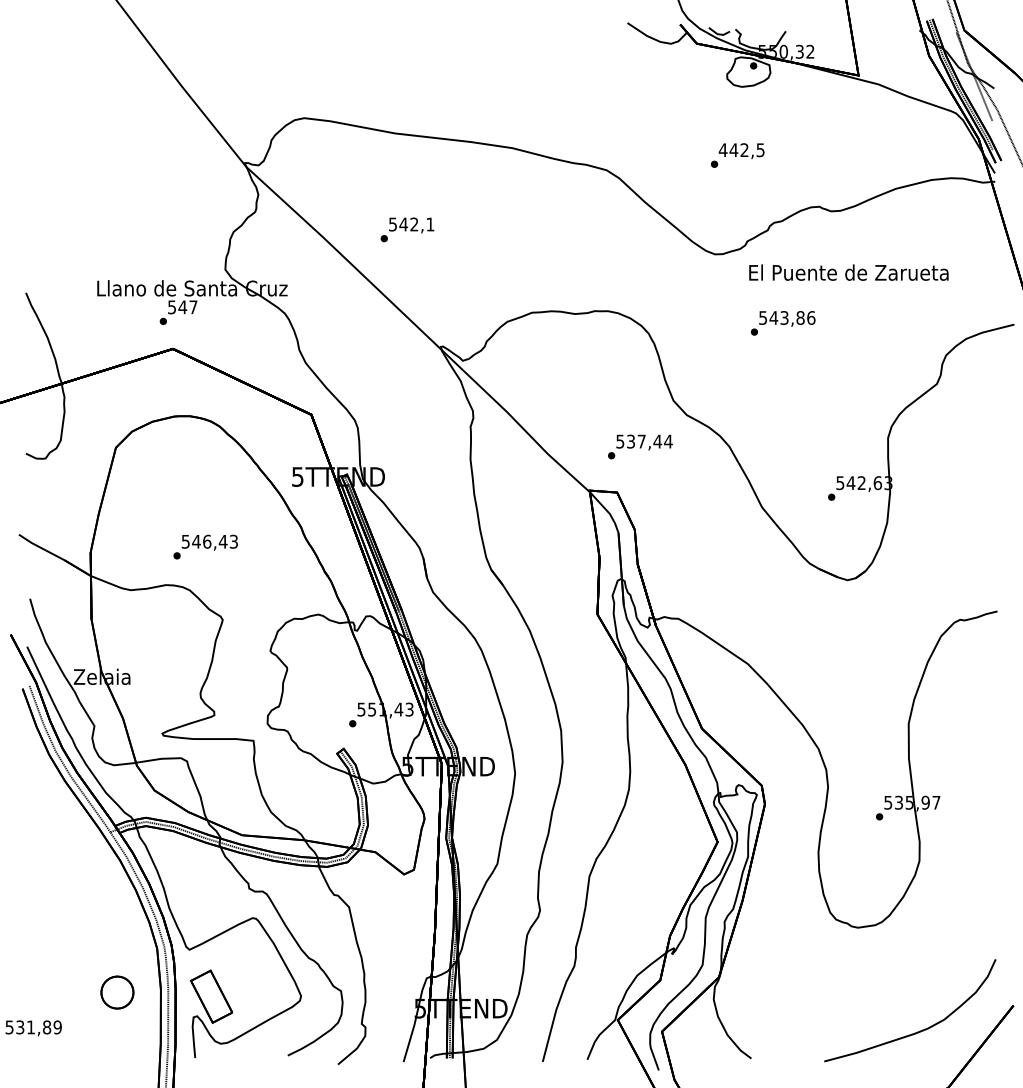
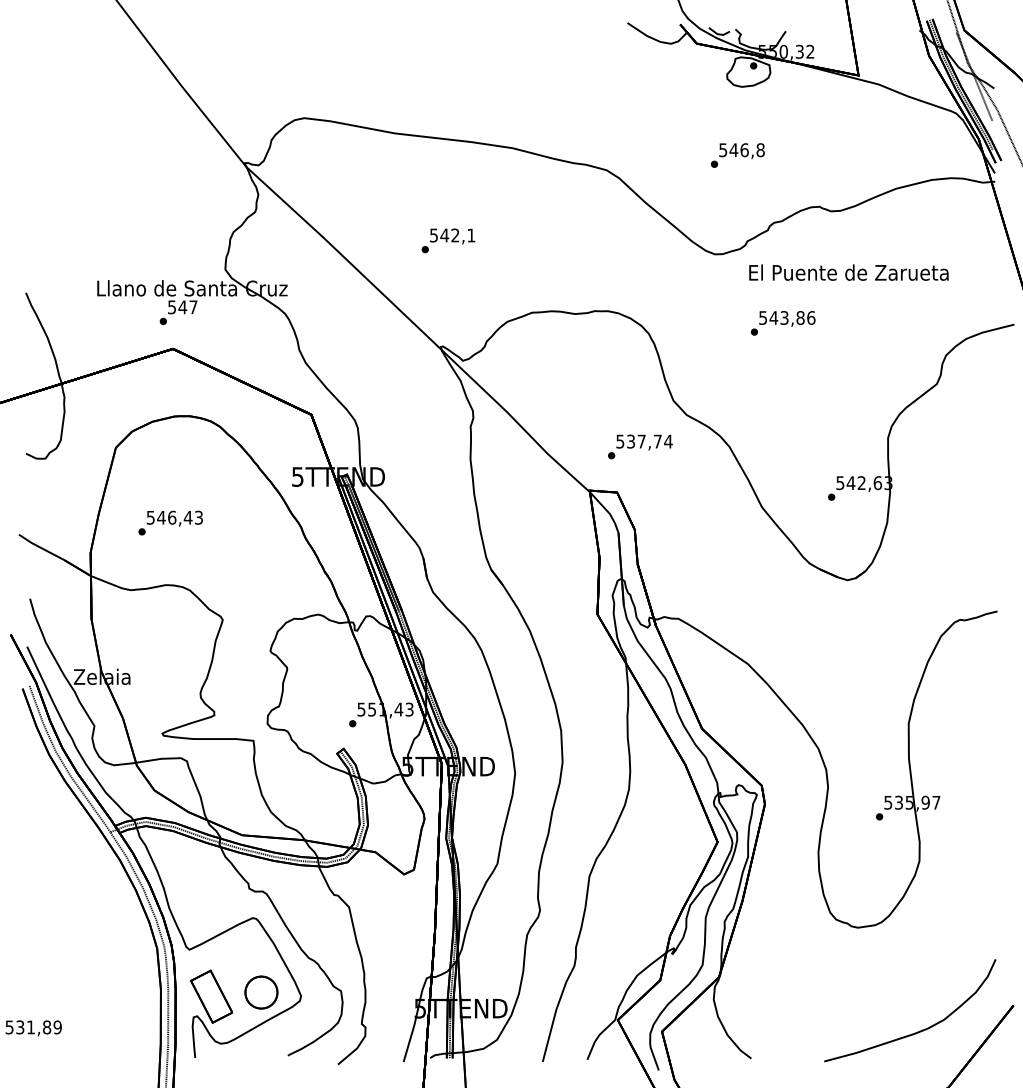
text at (741, 150): 442,5 -> 546,8
text at (407, 229) position: (407, 229) -> (448, 240)
text at (657, 441): 537,44 -> 537,74
text at (205, 546) position: (205, 546) -> (170, 522)
part at (117, 992) position: (117, 992) -> (261, 992)
